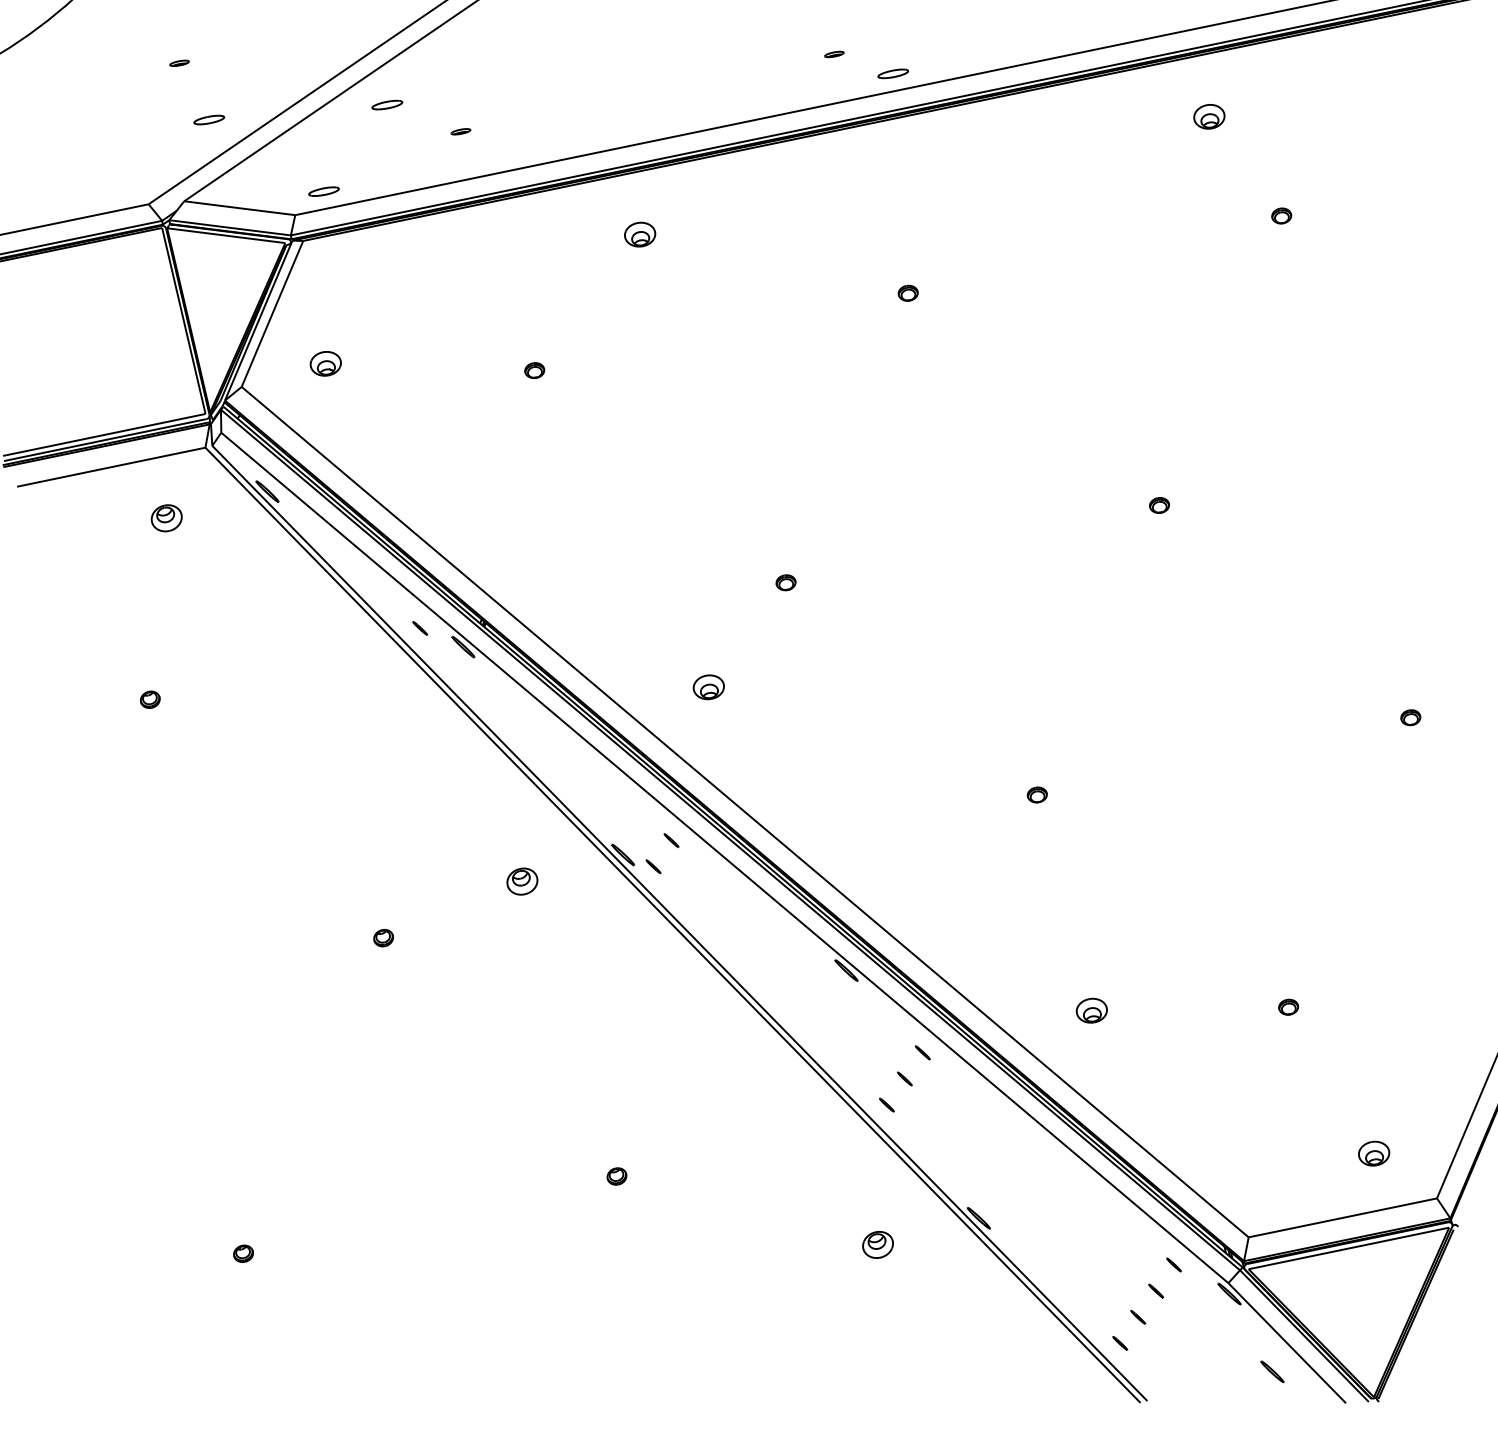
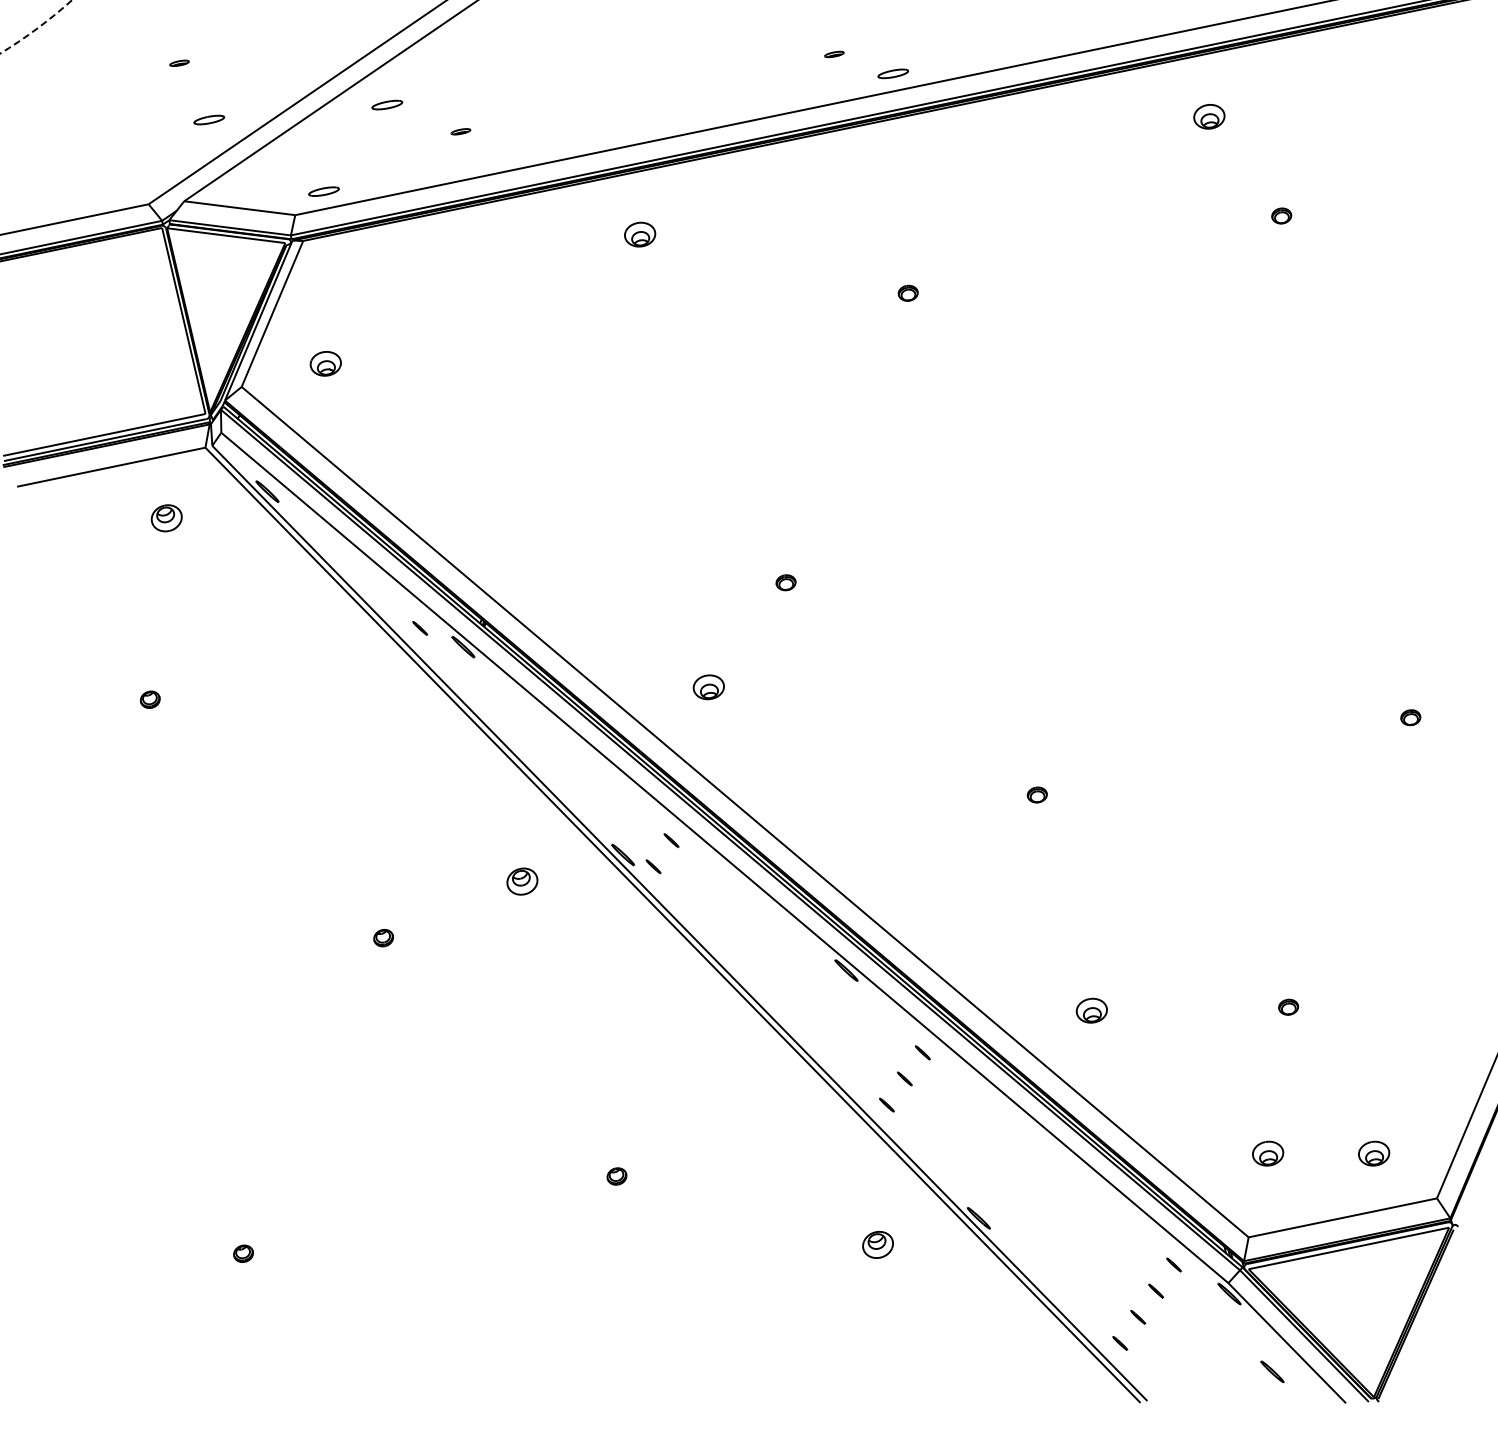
circle at (36, 26): solid -> dashed
part at (534, 370): present -> none
part at (1159, 505): present -> none
part at (1268, 1153): none -> present
